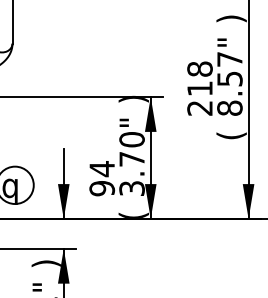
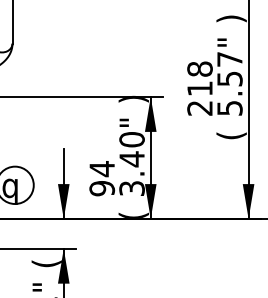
text at (229, 107): 8.57" -> 5.57"
text at (131, 159): 3.70" -> 3.40"
text at (46, 263): ) -> (
